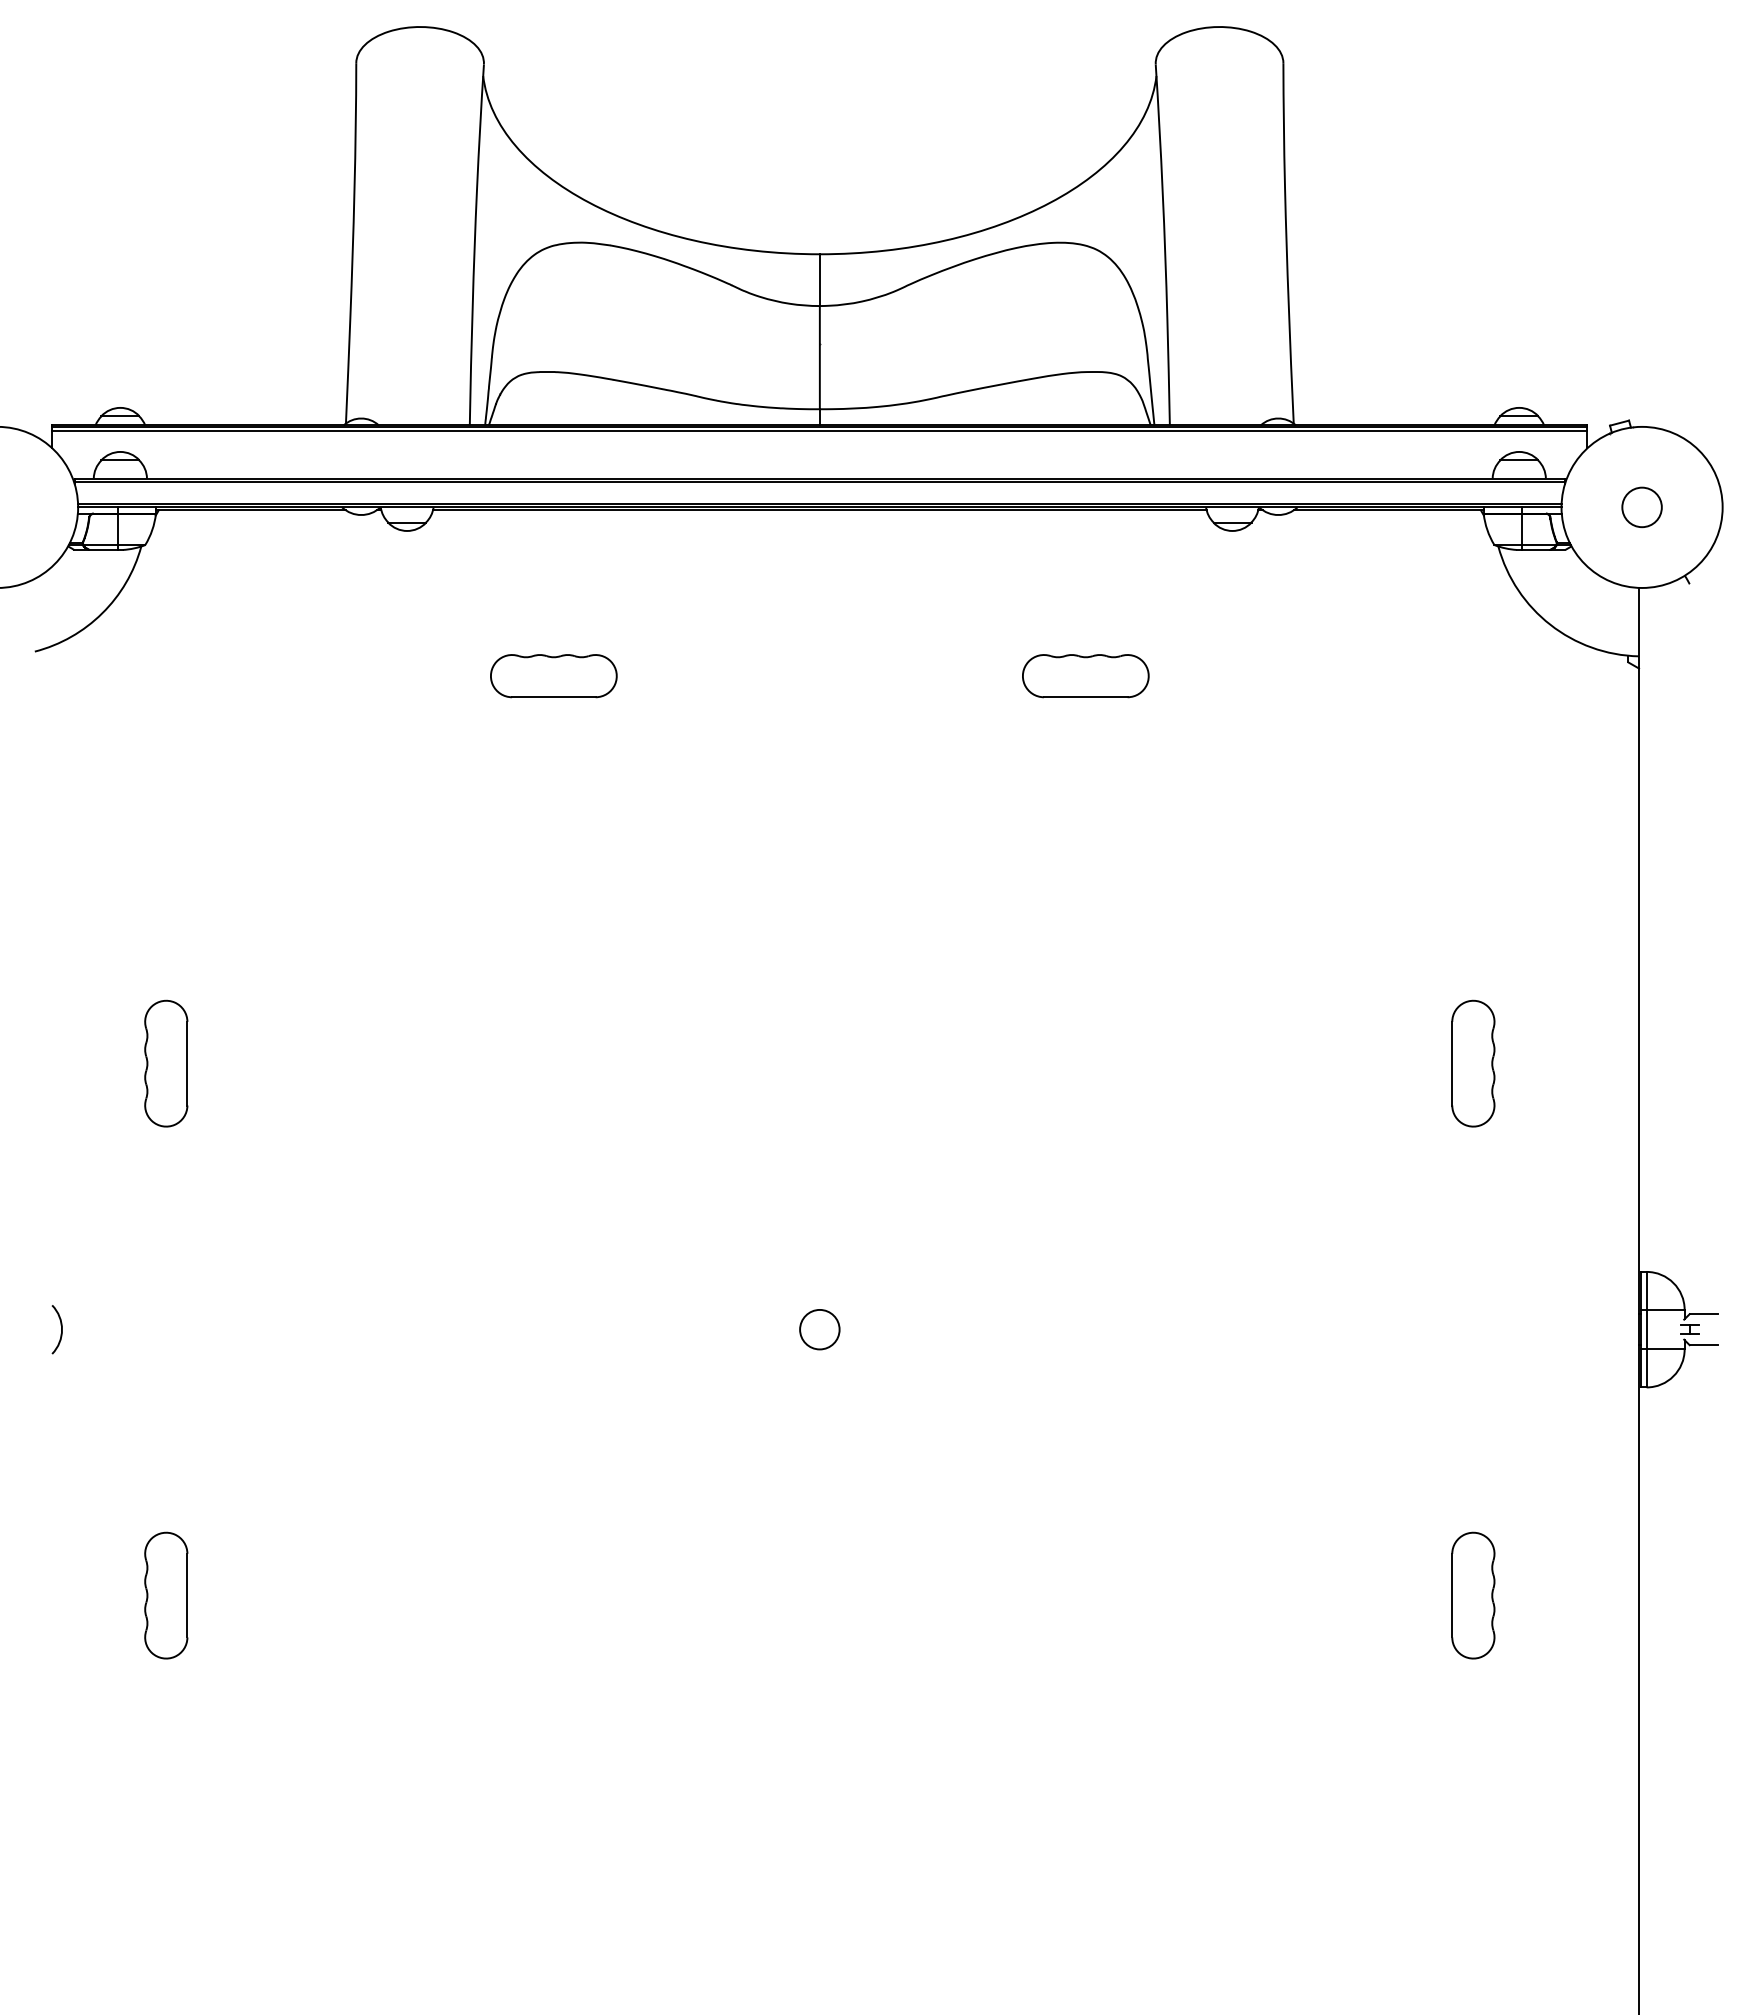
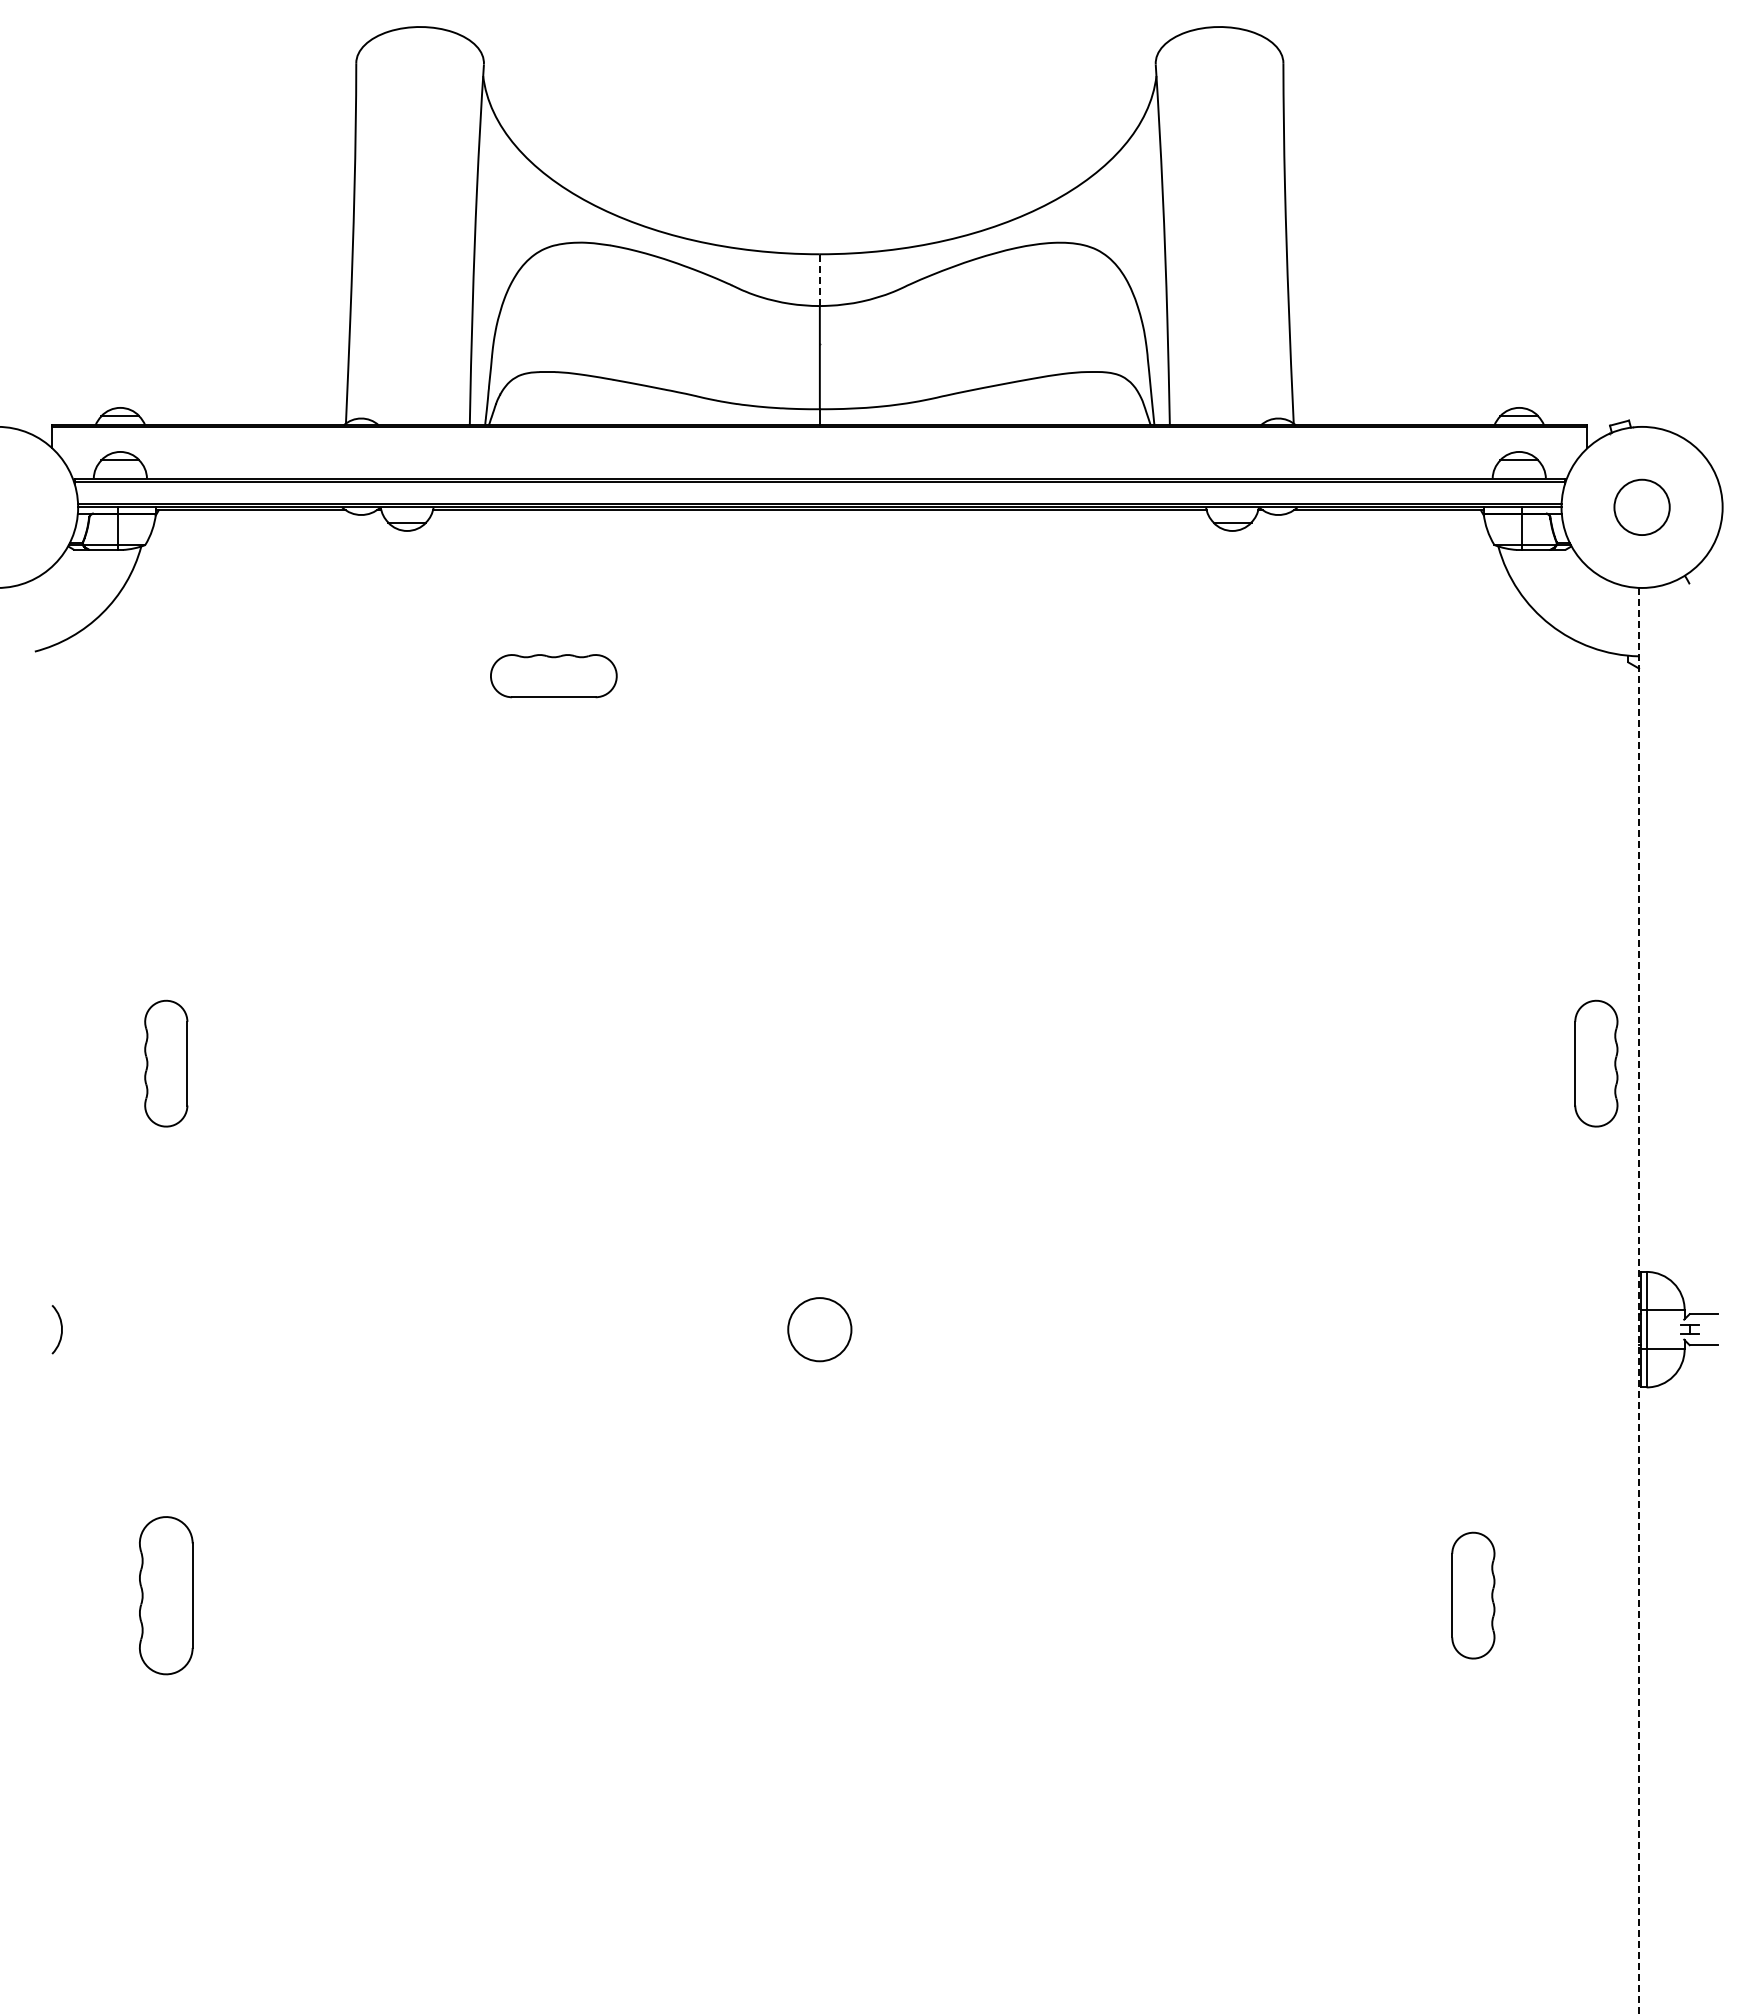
line at (819, 280): solid -> dashed
line at (819, 430): present -> none
circle at (1641, 507) diameter: 40 px -> 55 px
part at (1085, 676): present -> none
part at (1473, 1063) position: (1473, 1063) -> (1596, 1063)
line at (1639, 1301): solid -> dashed
circle at (819, 1329) diameter: 40 px -> 63 px
part at (166, 1595) size: 45x129 px -> 55x160 px
